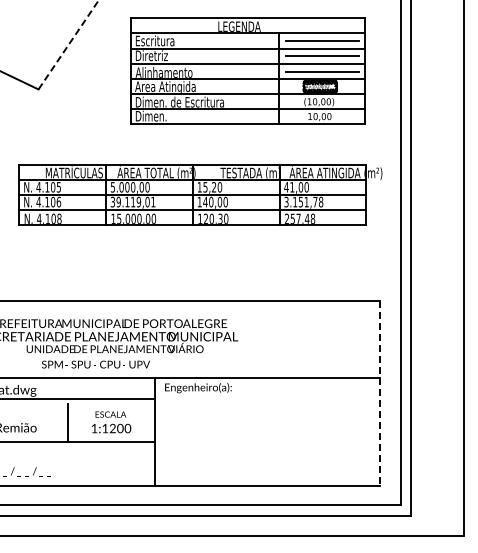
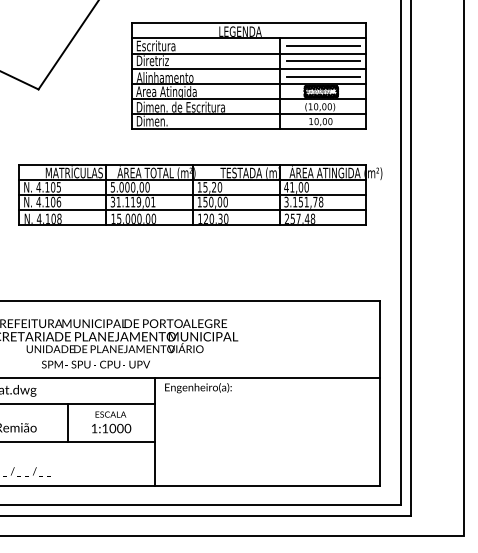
line at (68, 44): dashed -> solid
part at (247, 70) position: (247, 70) -> (248, 75)
text at (118, 201): 39.119,01 -> 31.119,01
text at (205, 201): 140,00 -> 150,00
line at (379, 394): dashed -> solid
line at (78, 398) position: (78, 398) -> (78, 403)
text at (112, 429): 1:1200 -> 1:1000
